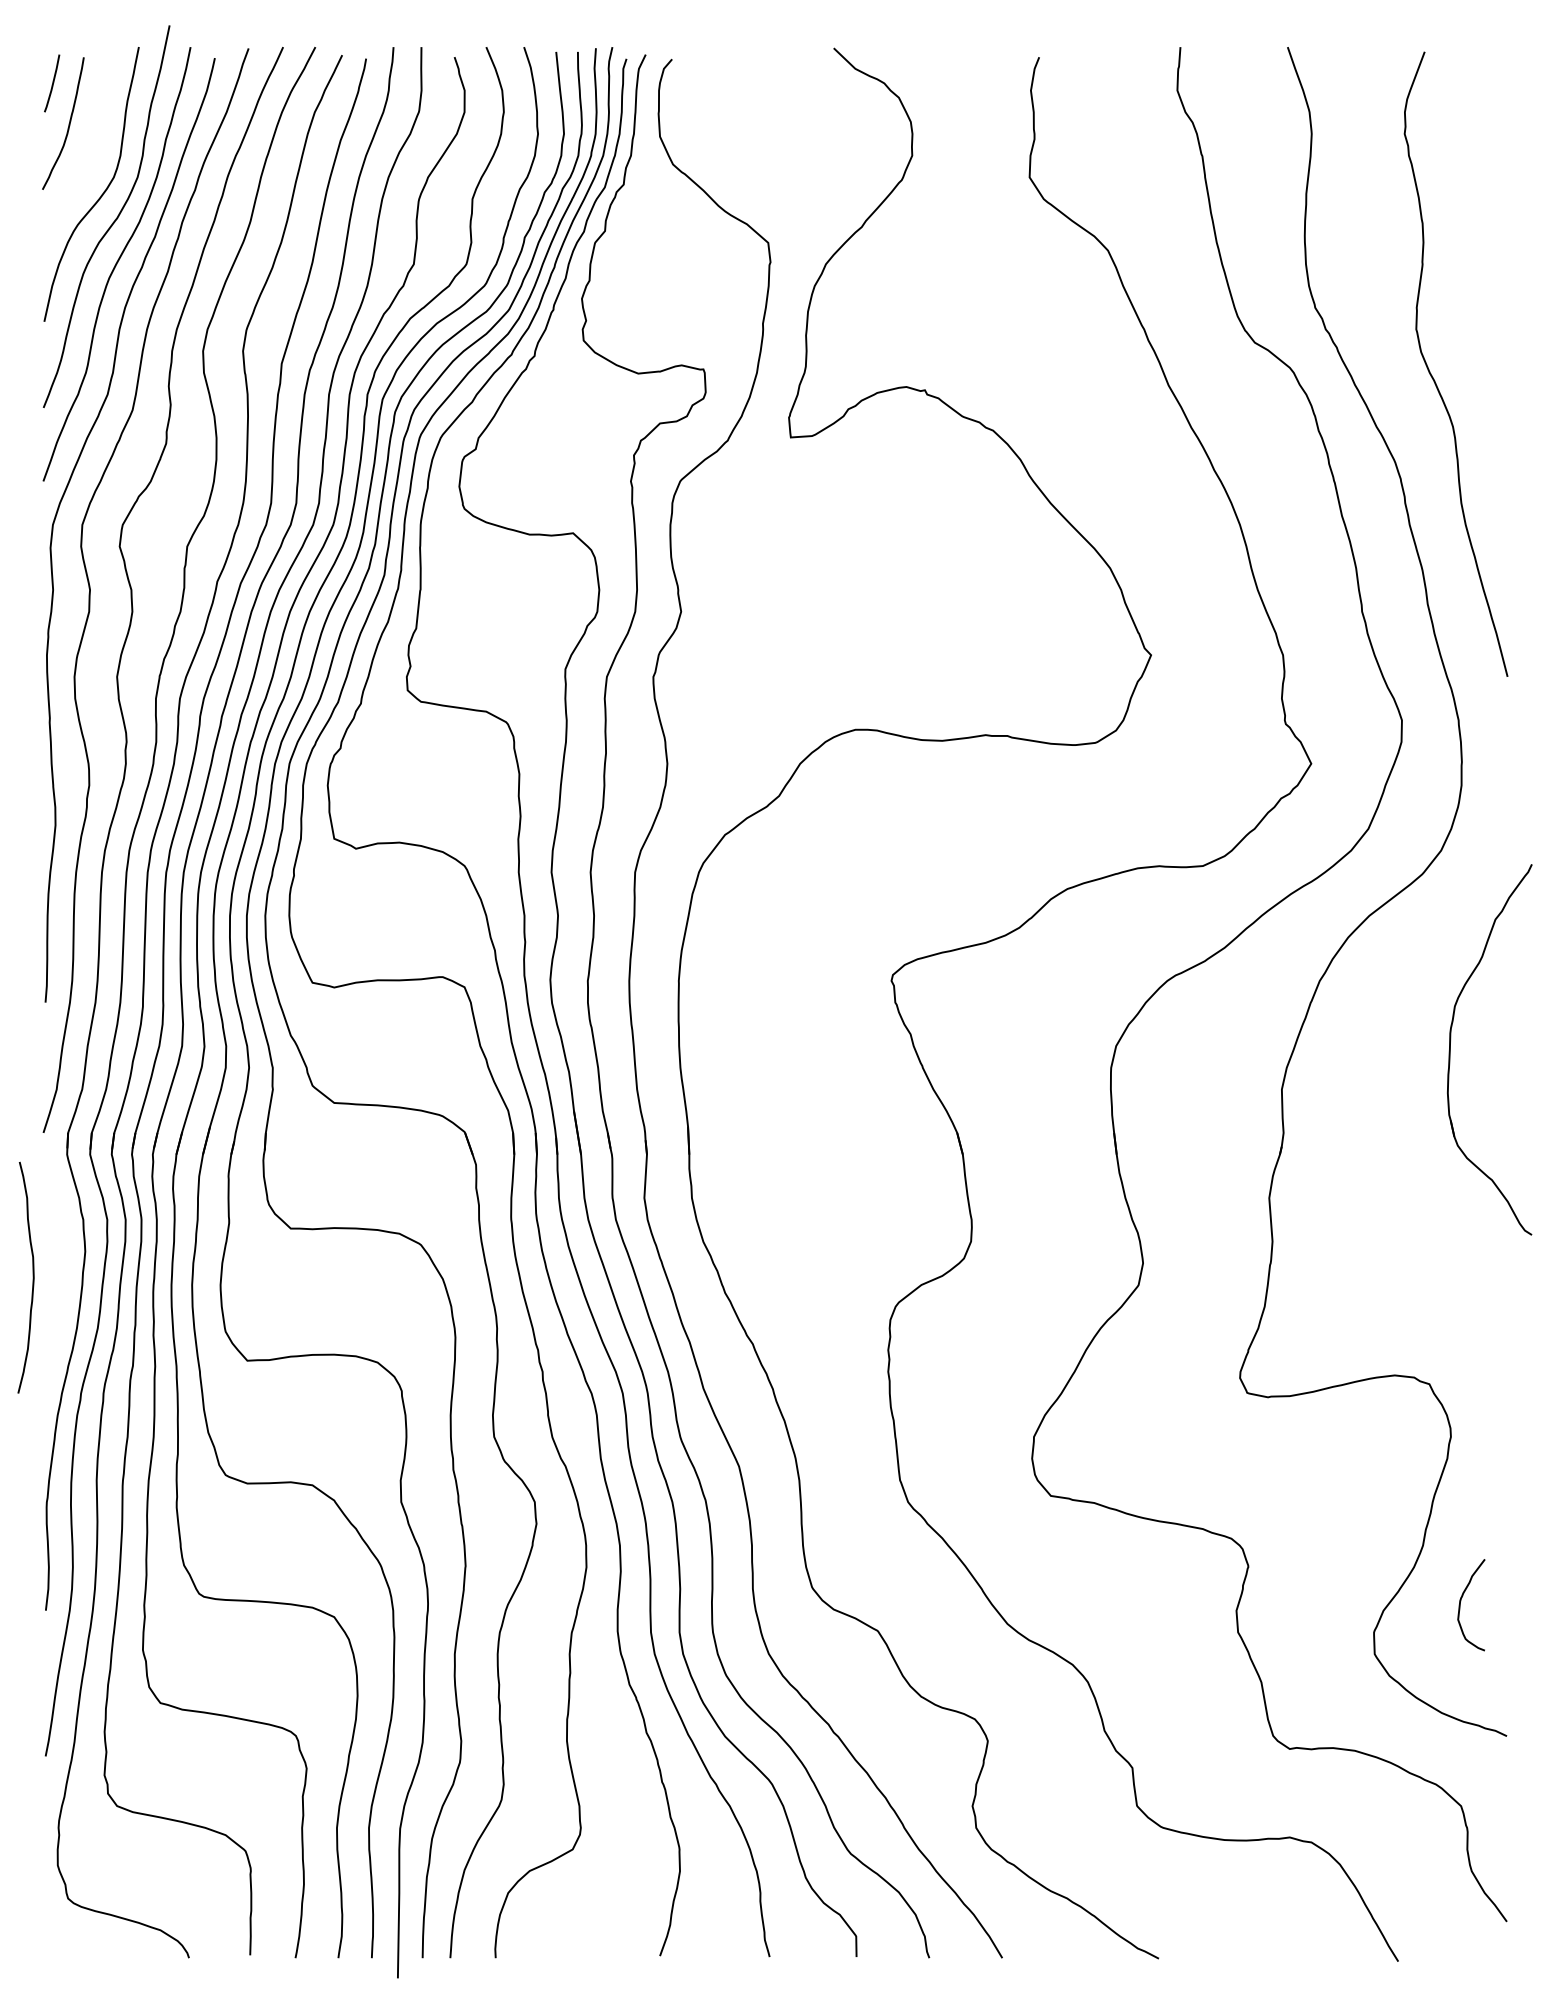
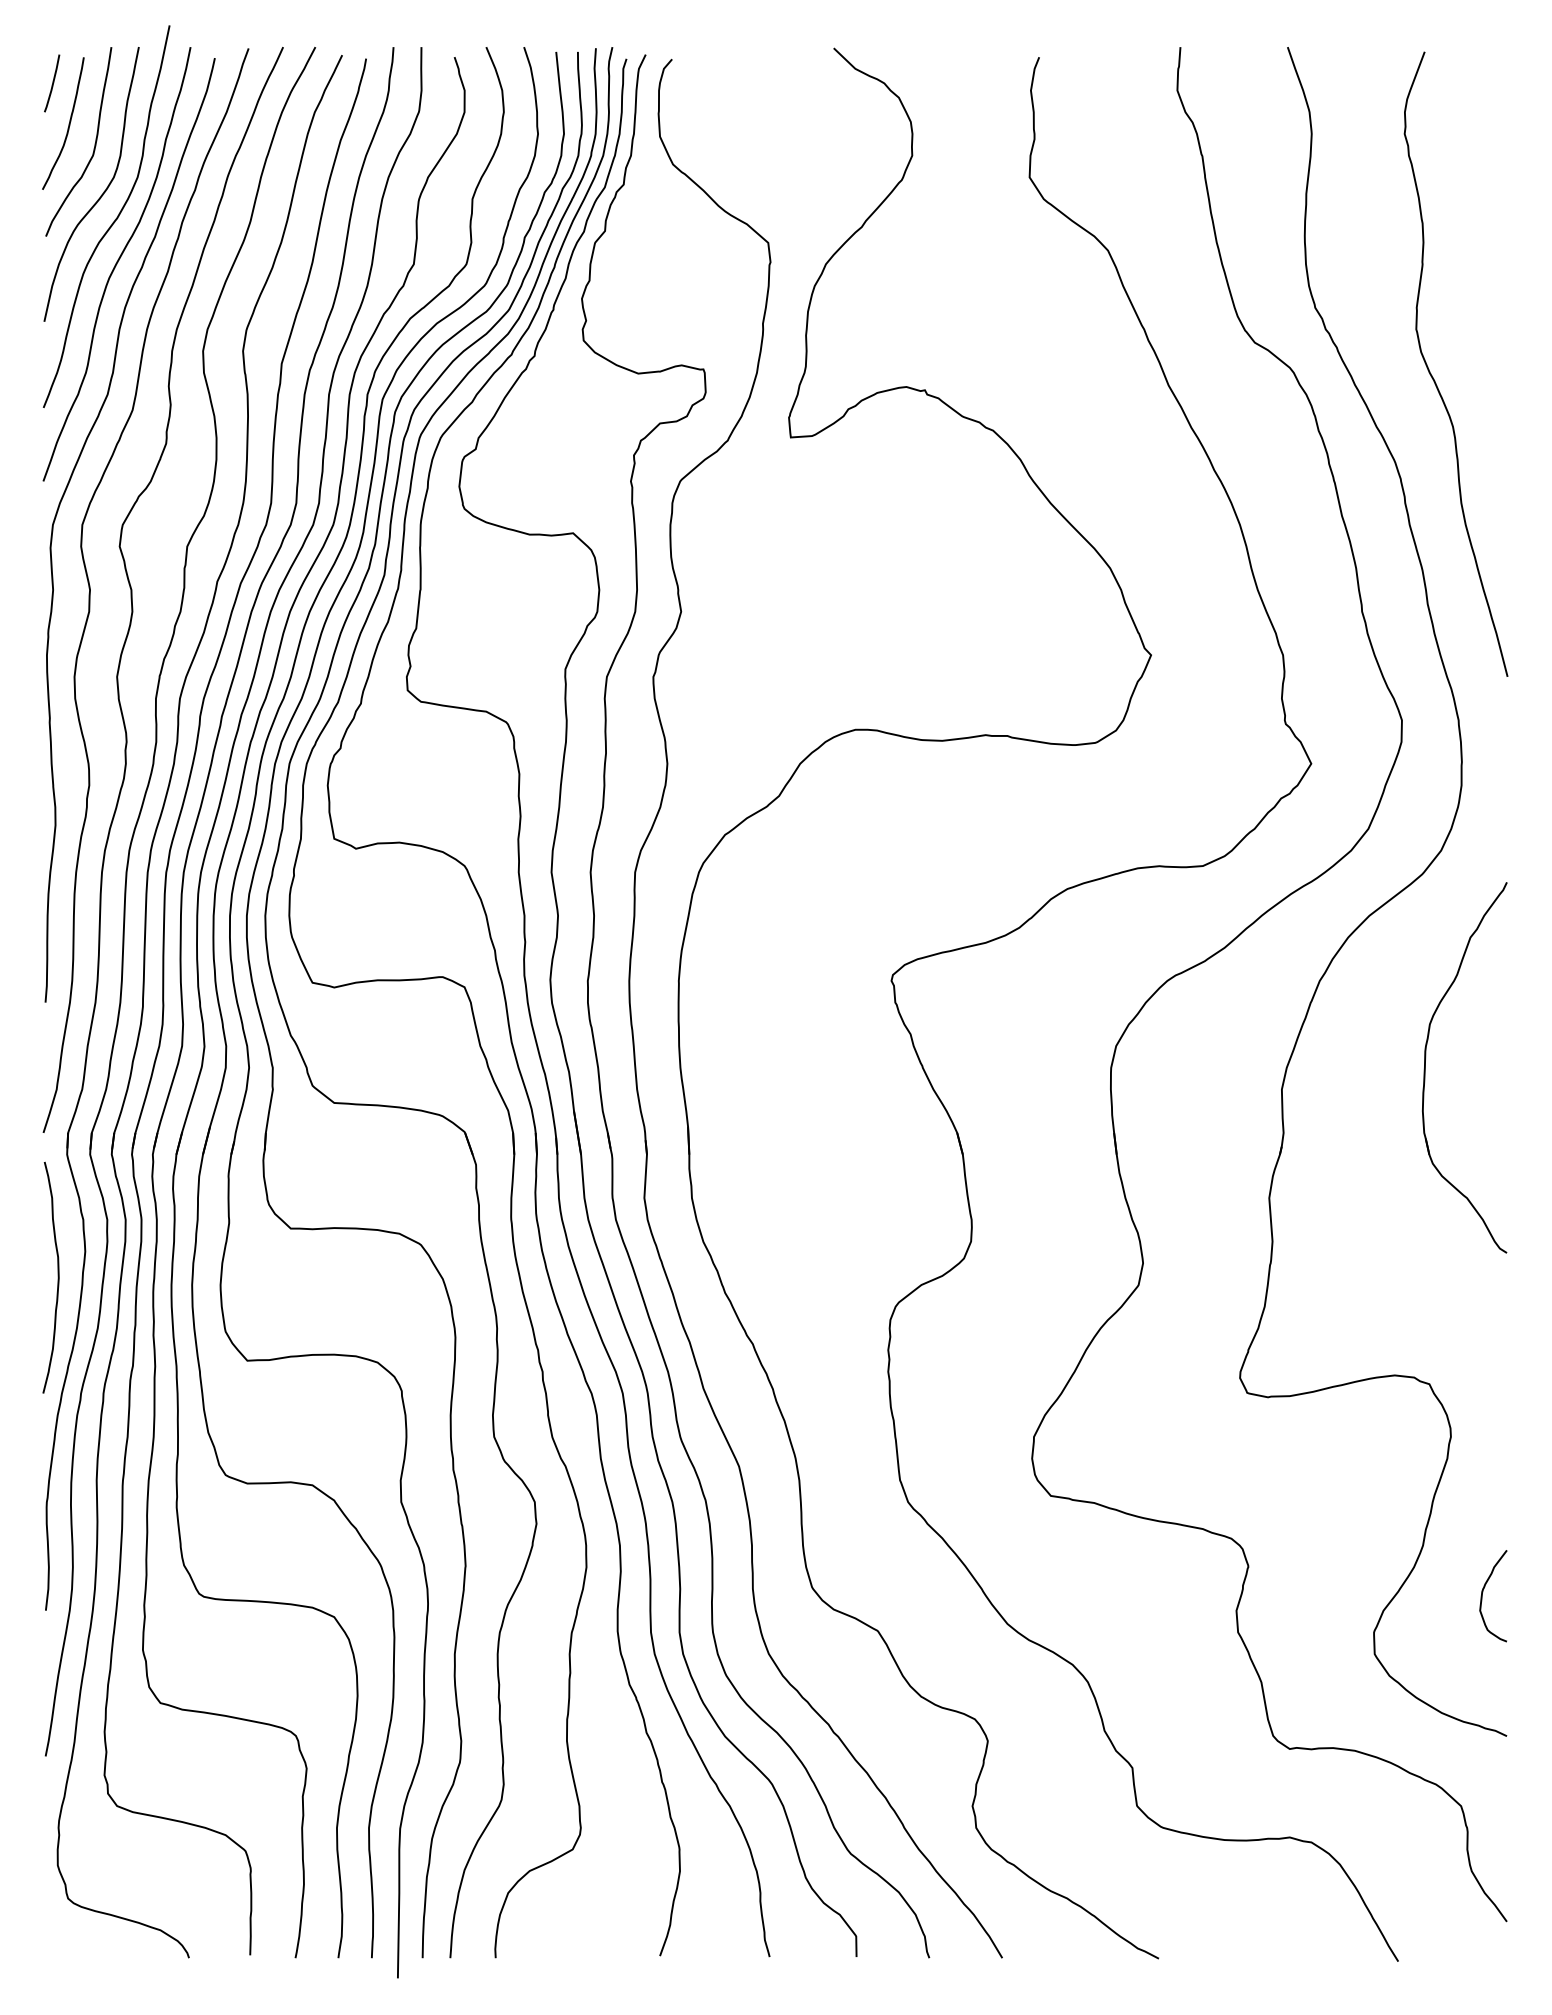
curve at (94, 143): none -> present
part at (1450, 1049) position: (1450, 1049) -> (1425, 1067)
curve at (32, 1277) position: (32, 1277) -> (57, 1277)
curve at (1461, 1601) position: (1461, 1601) -> (1483, 1592)
